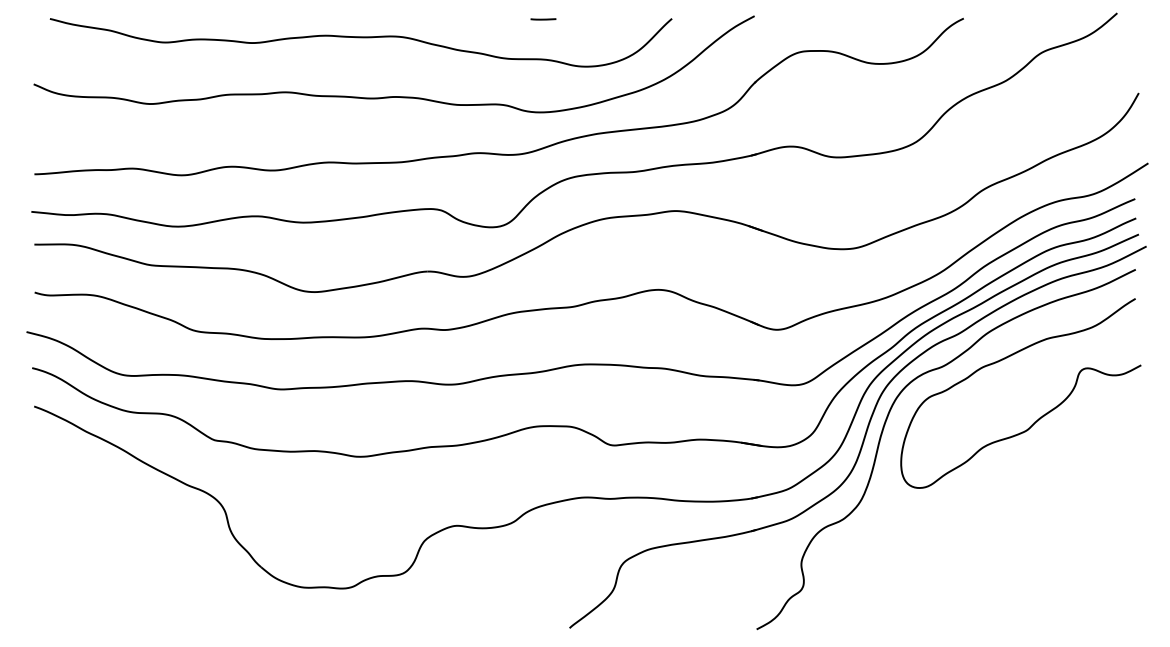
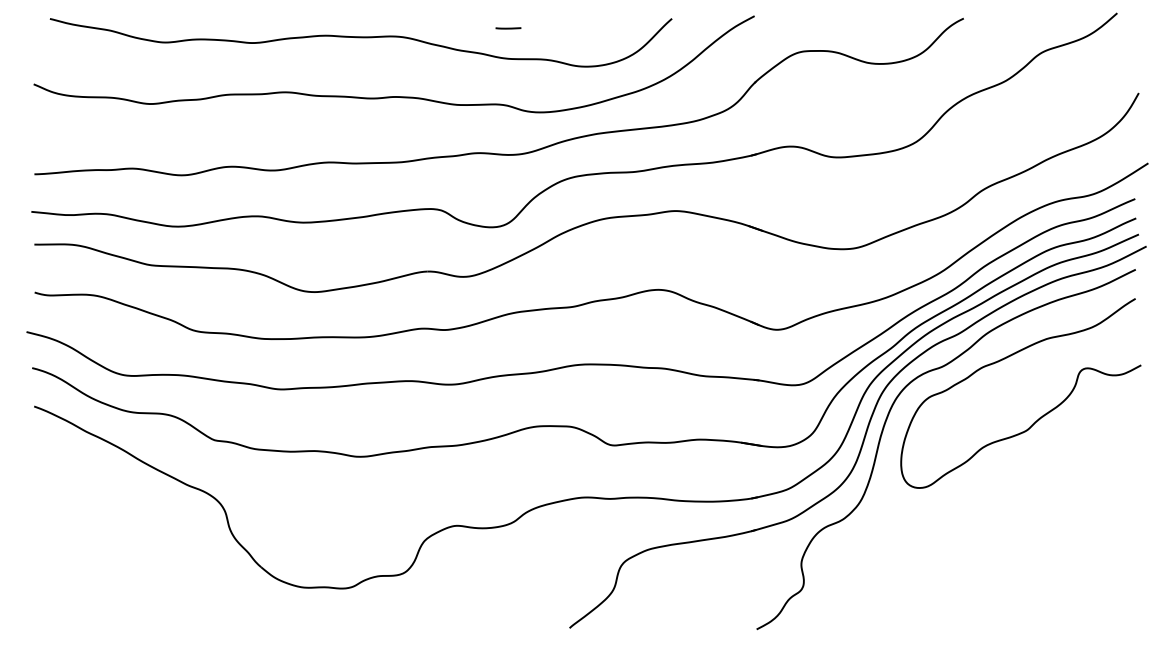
line at (543, 19) position: (543, 19) -> (508, 28)
